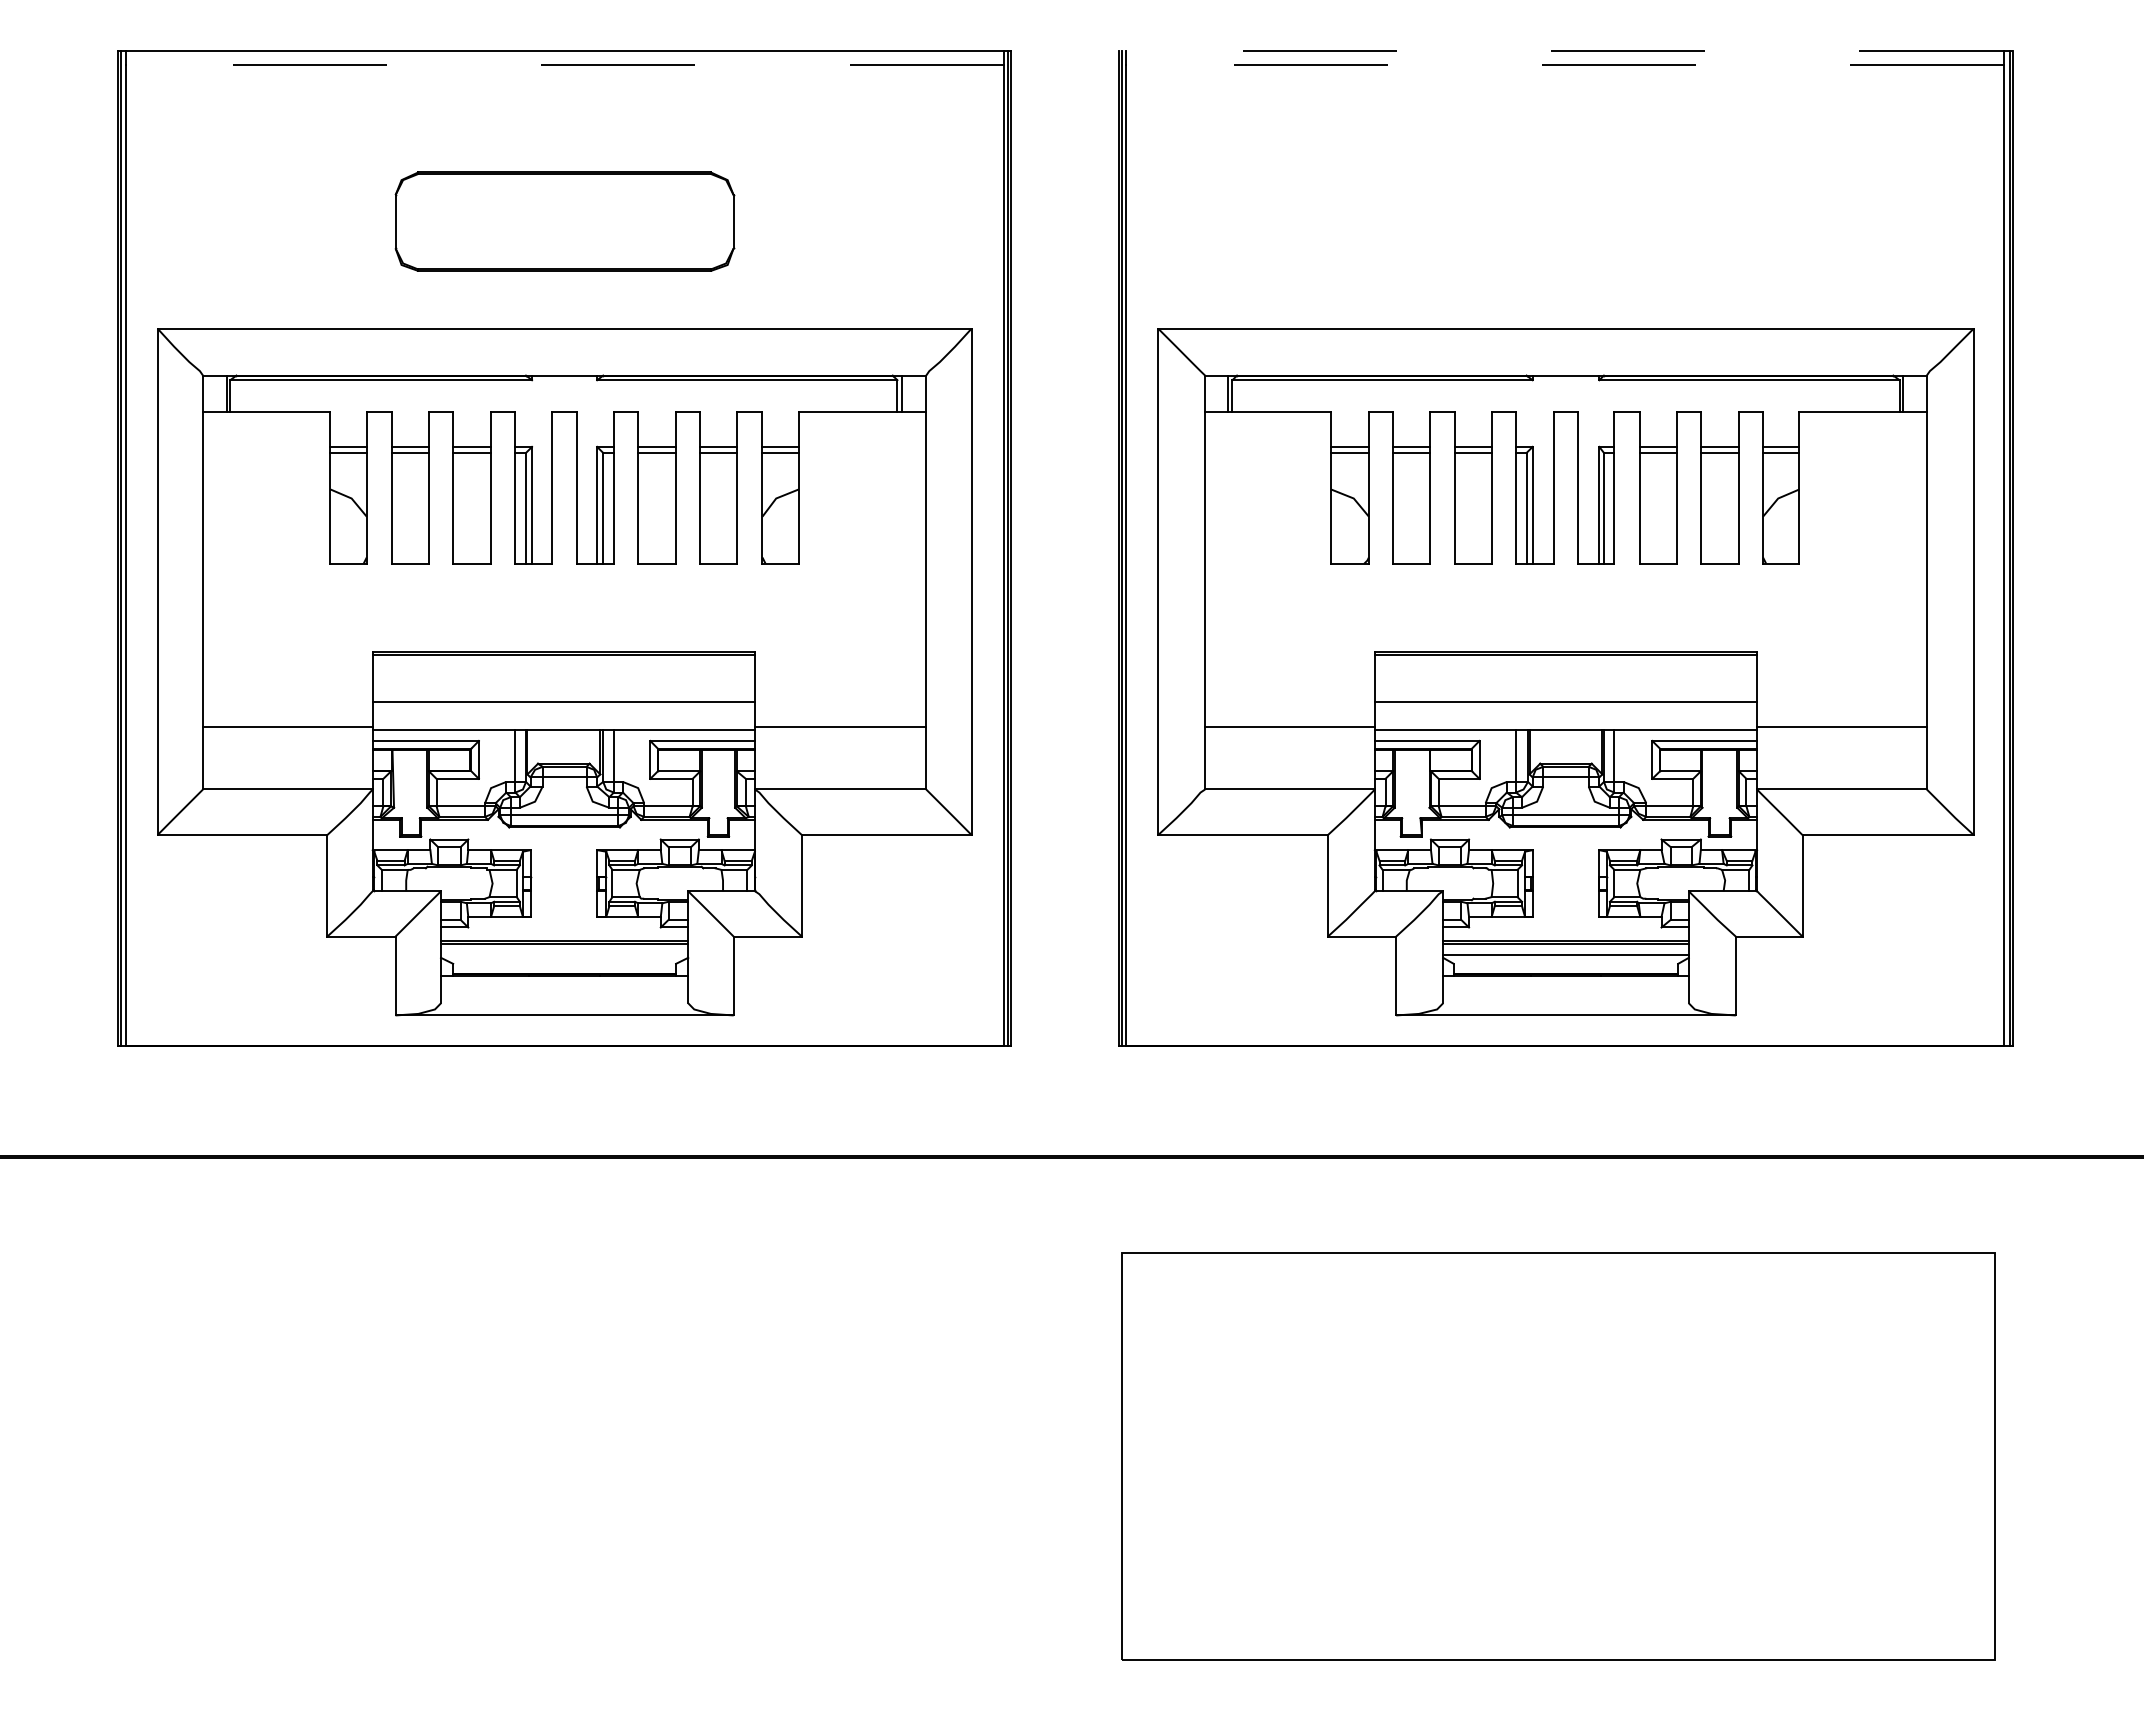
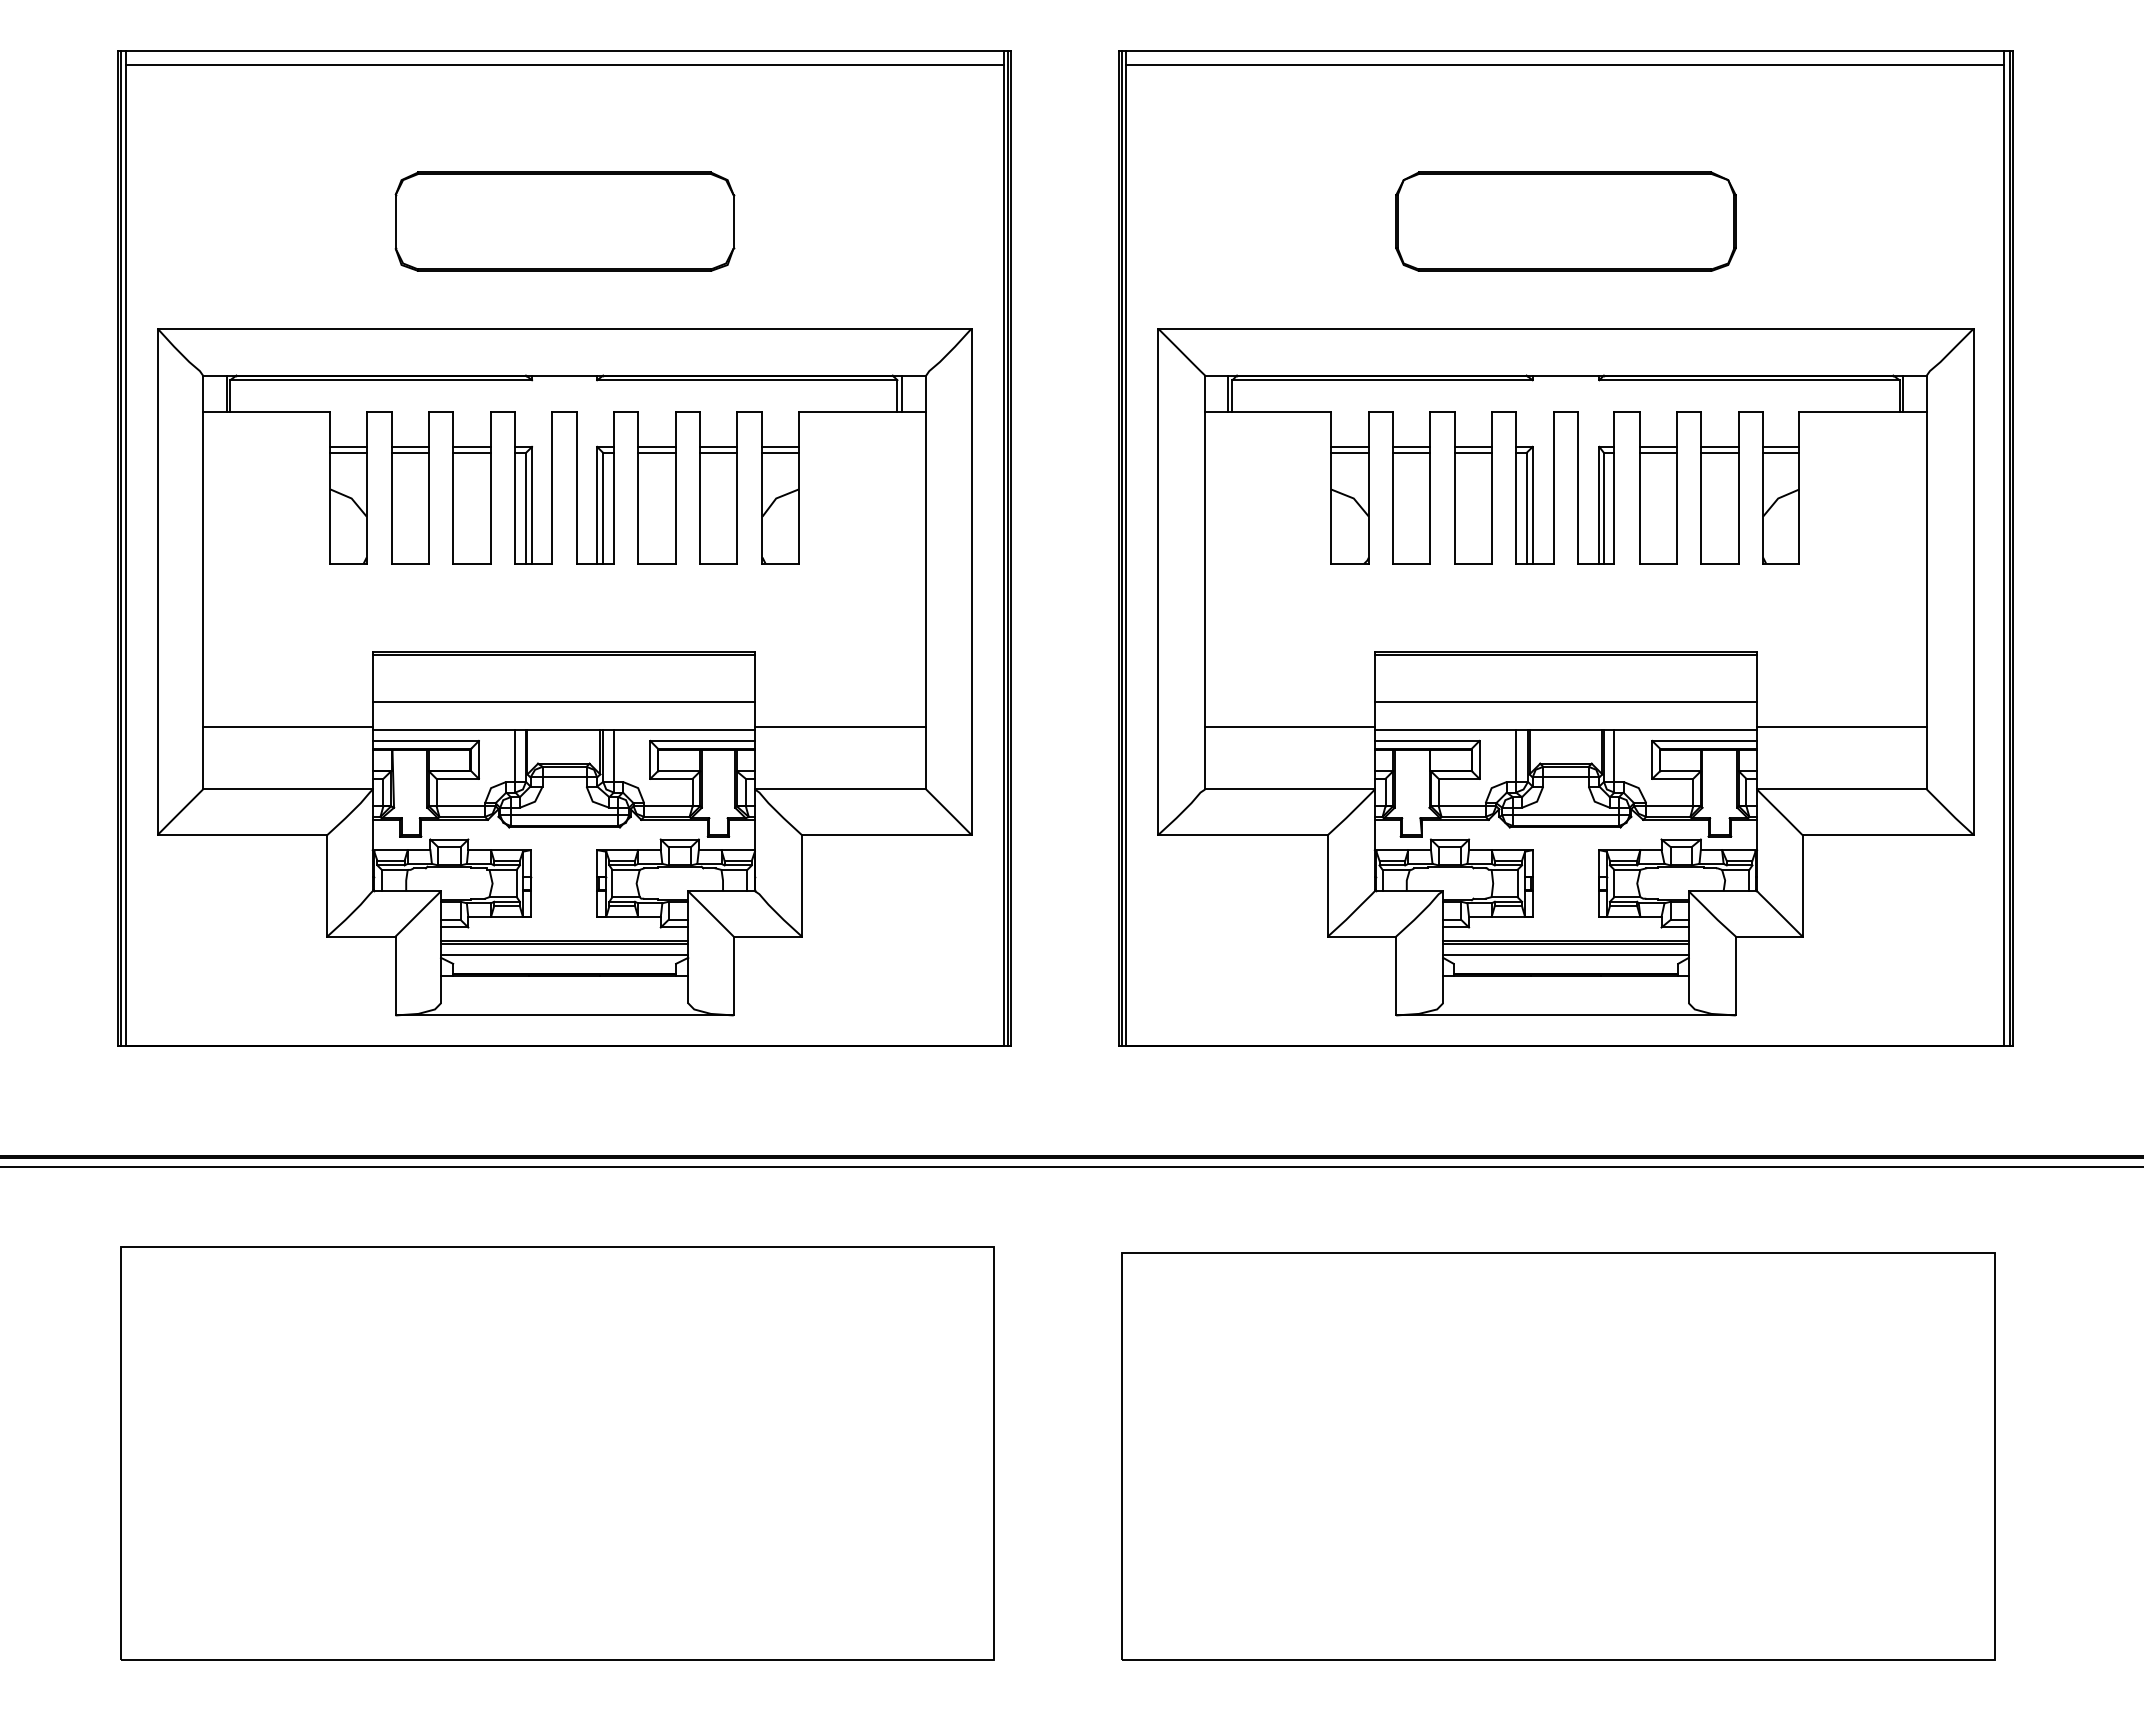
line at (1565, 51): dashed -> solid
line at (564, 64): dashed -> solid
line at (1565, 64): dashed -> solid
part at (1565, 221): none -> present
line at (564, 954): none -> present
line at (1071, 1167): none -> present
part at (557, 1453): none -> present
